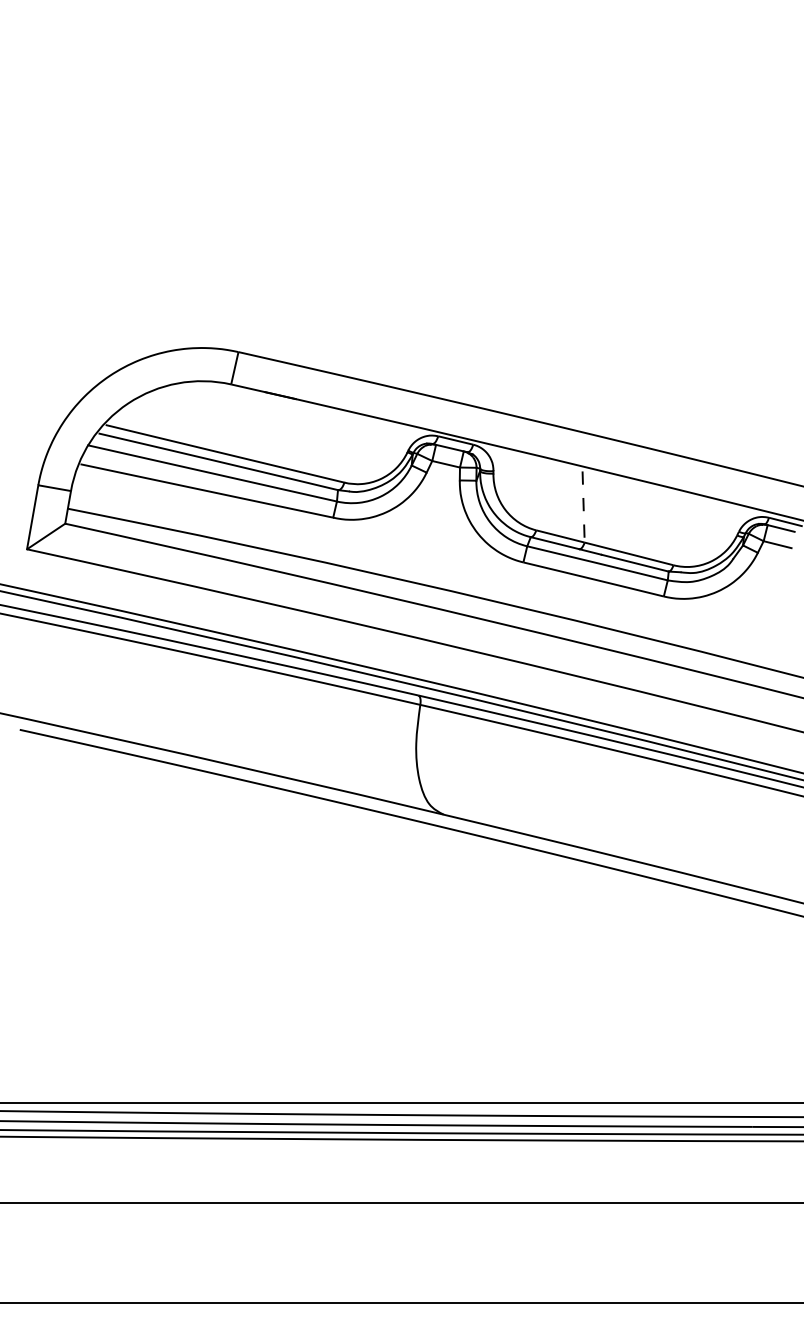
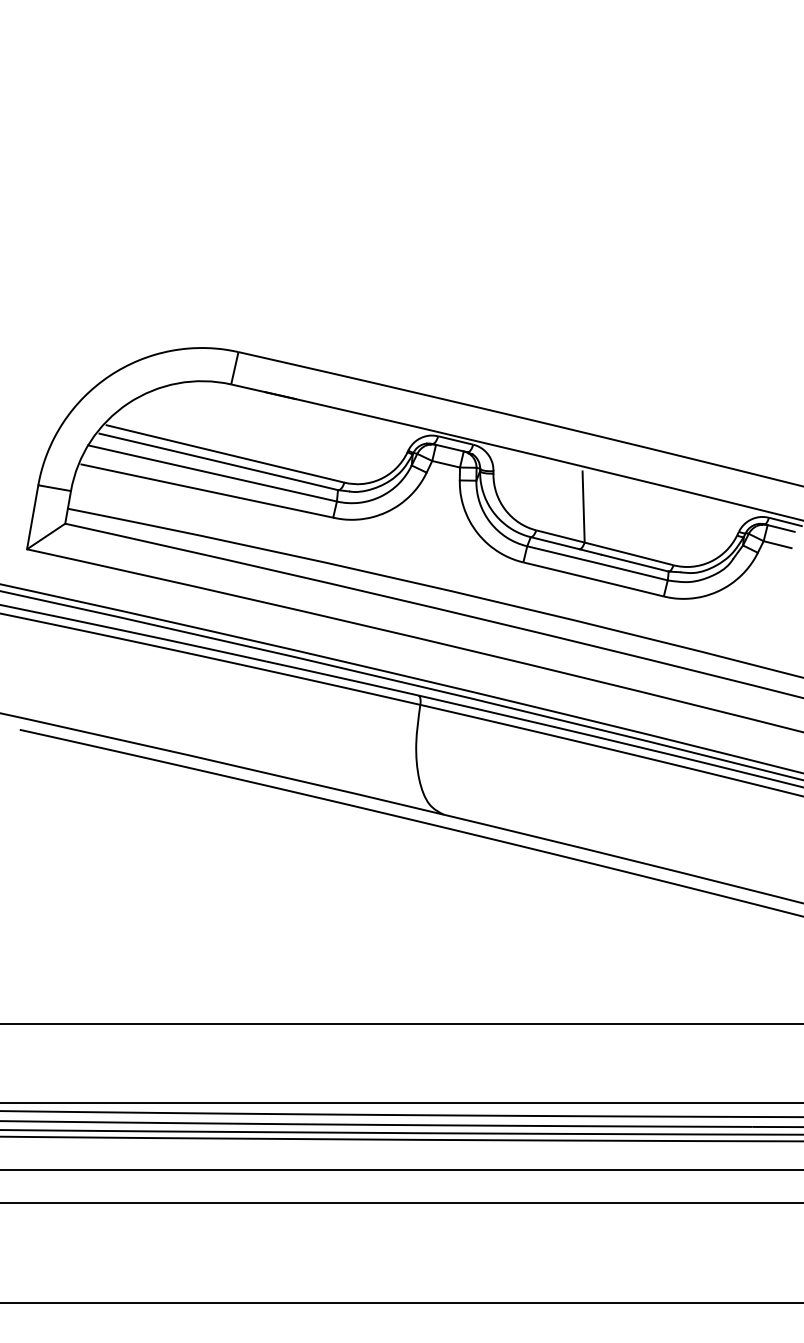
line at (583, 507): dashed -> solid
line at (401, 1023): none -> present
line at (401, 1170): none -> present
